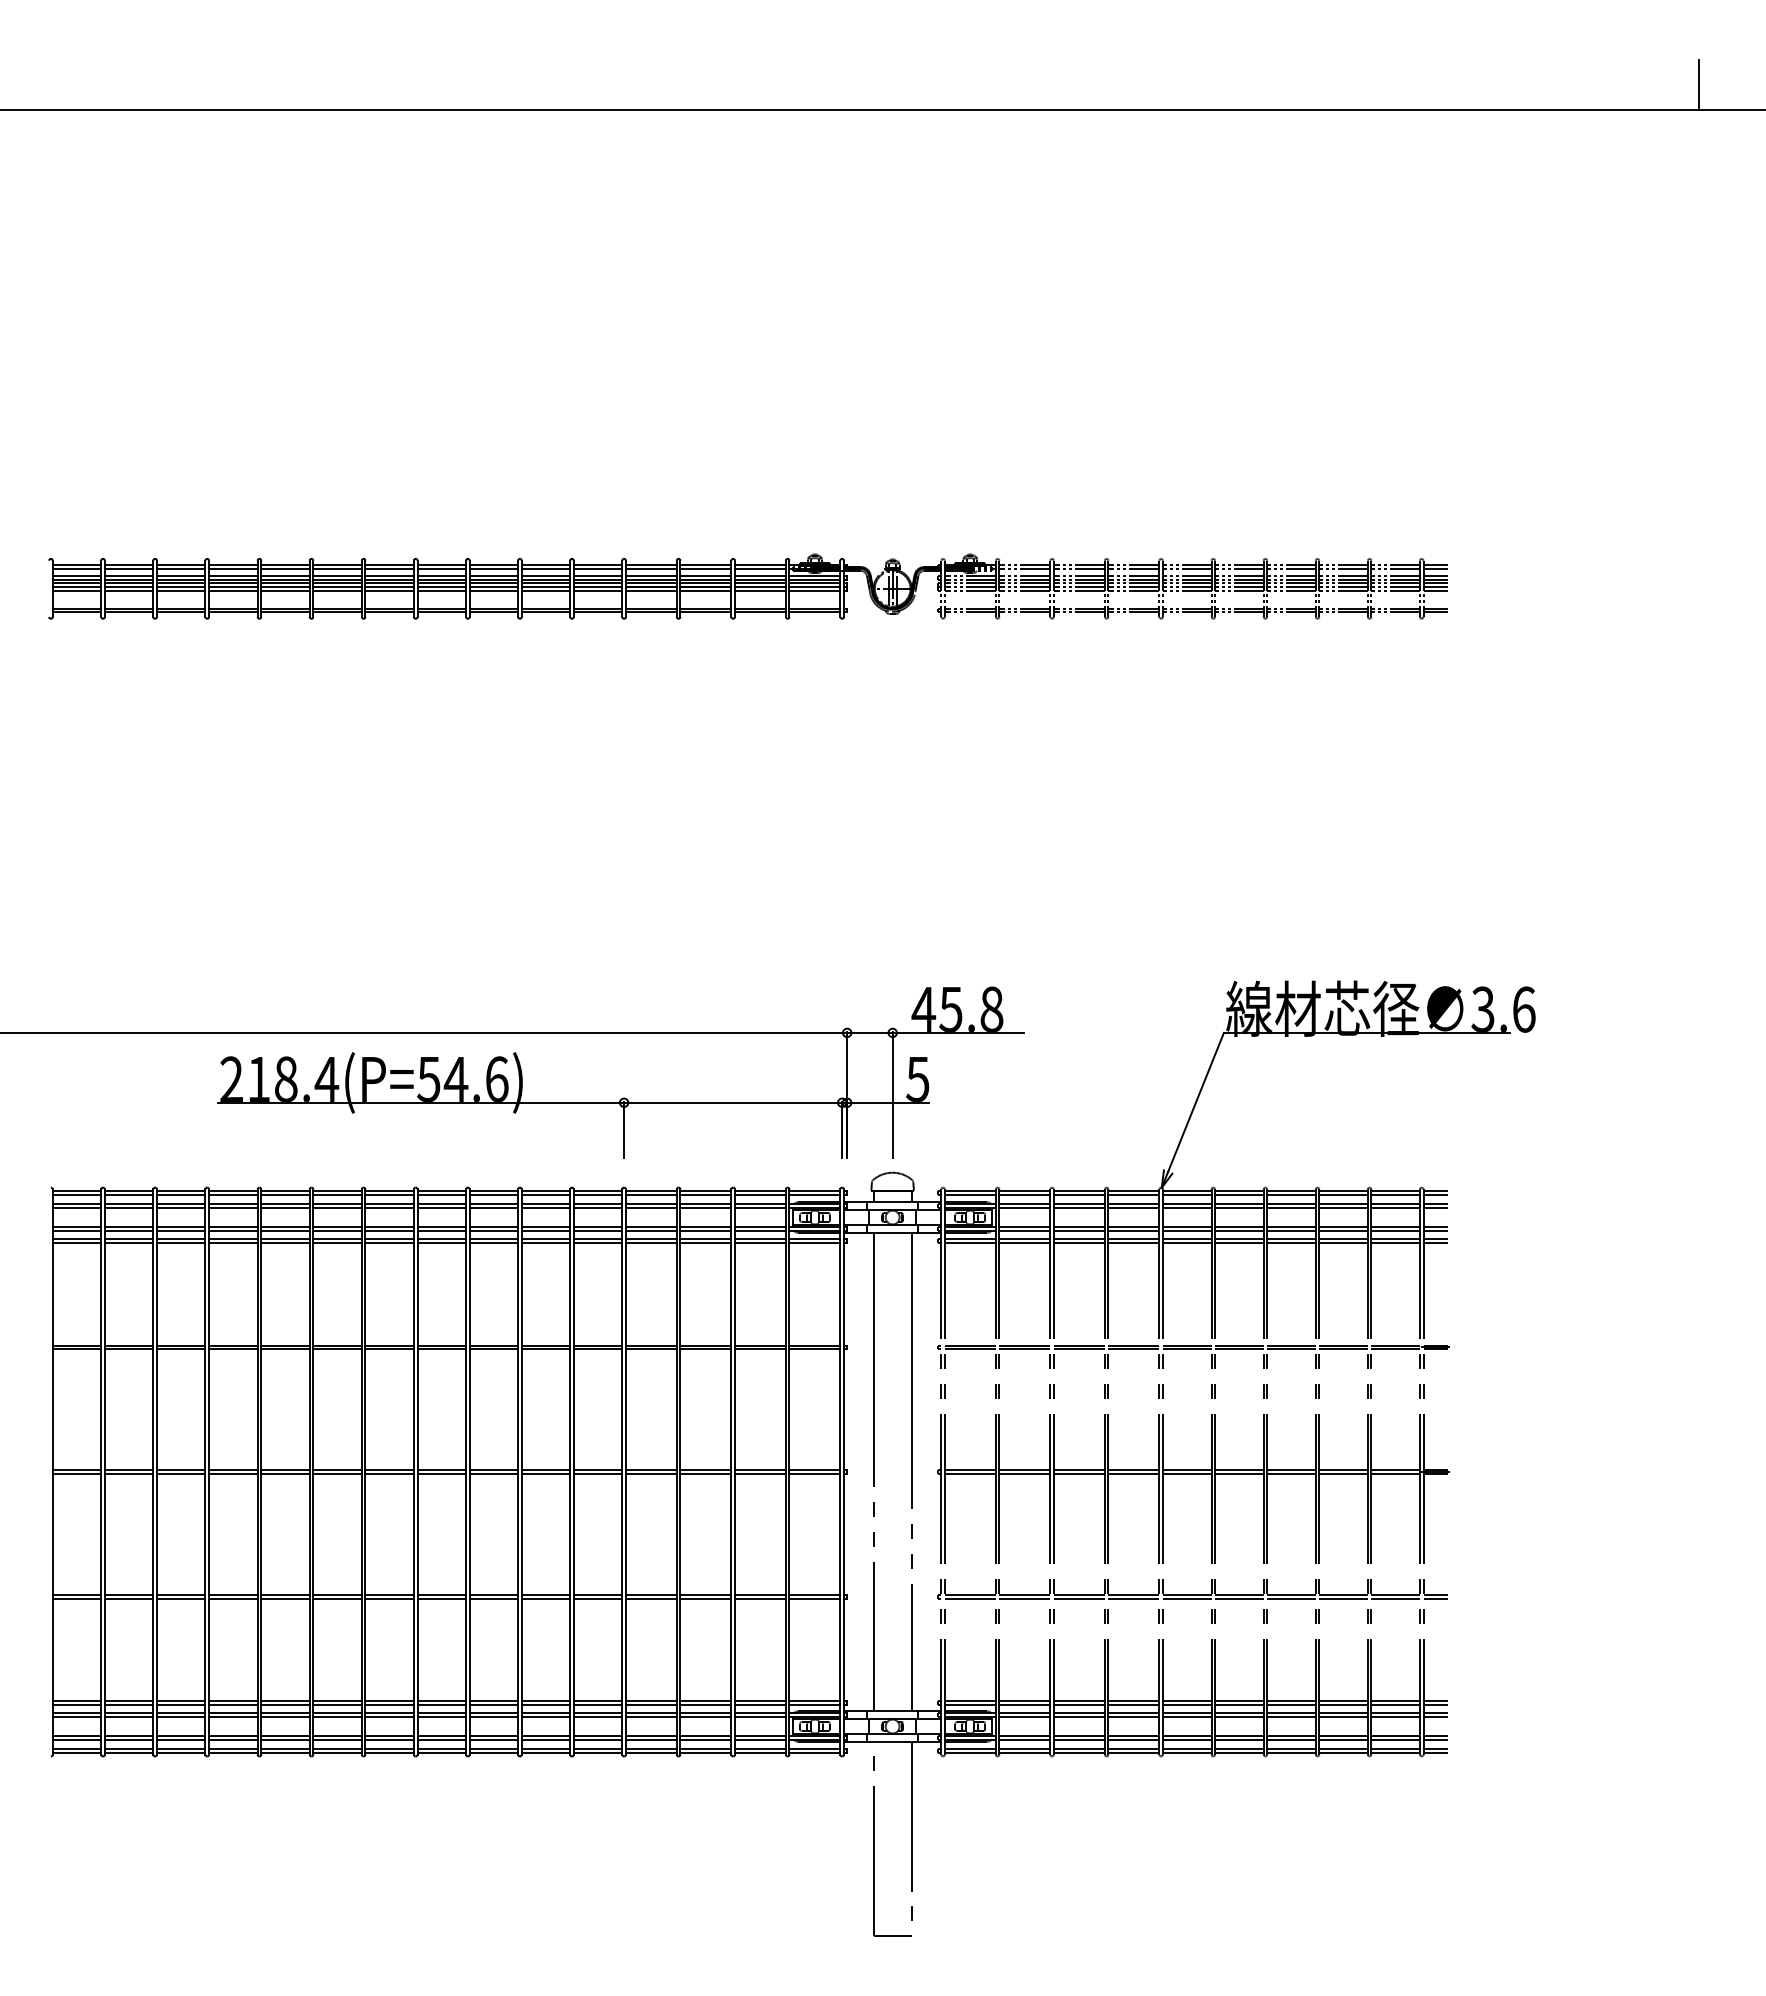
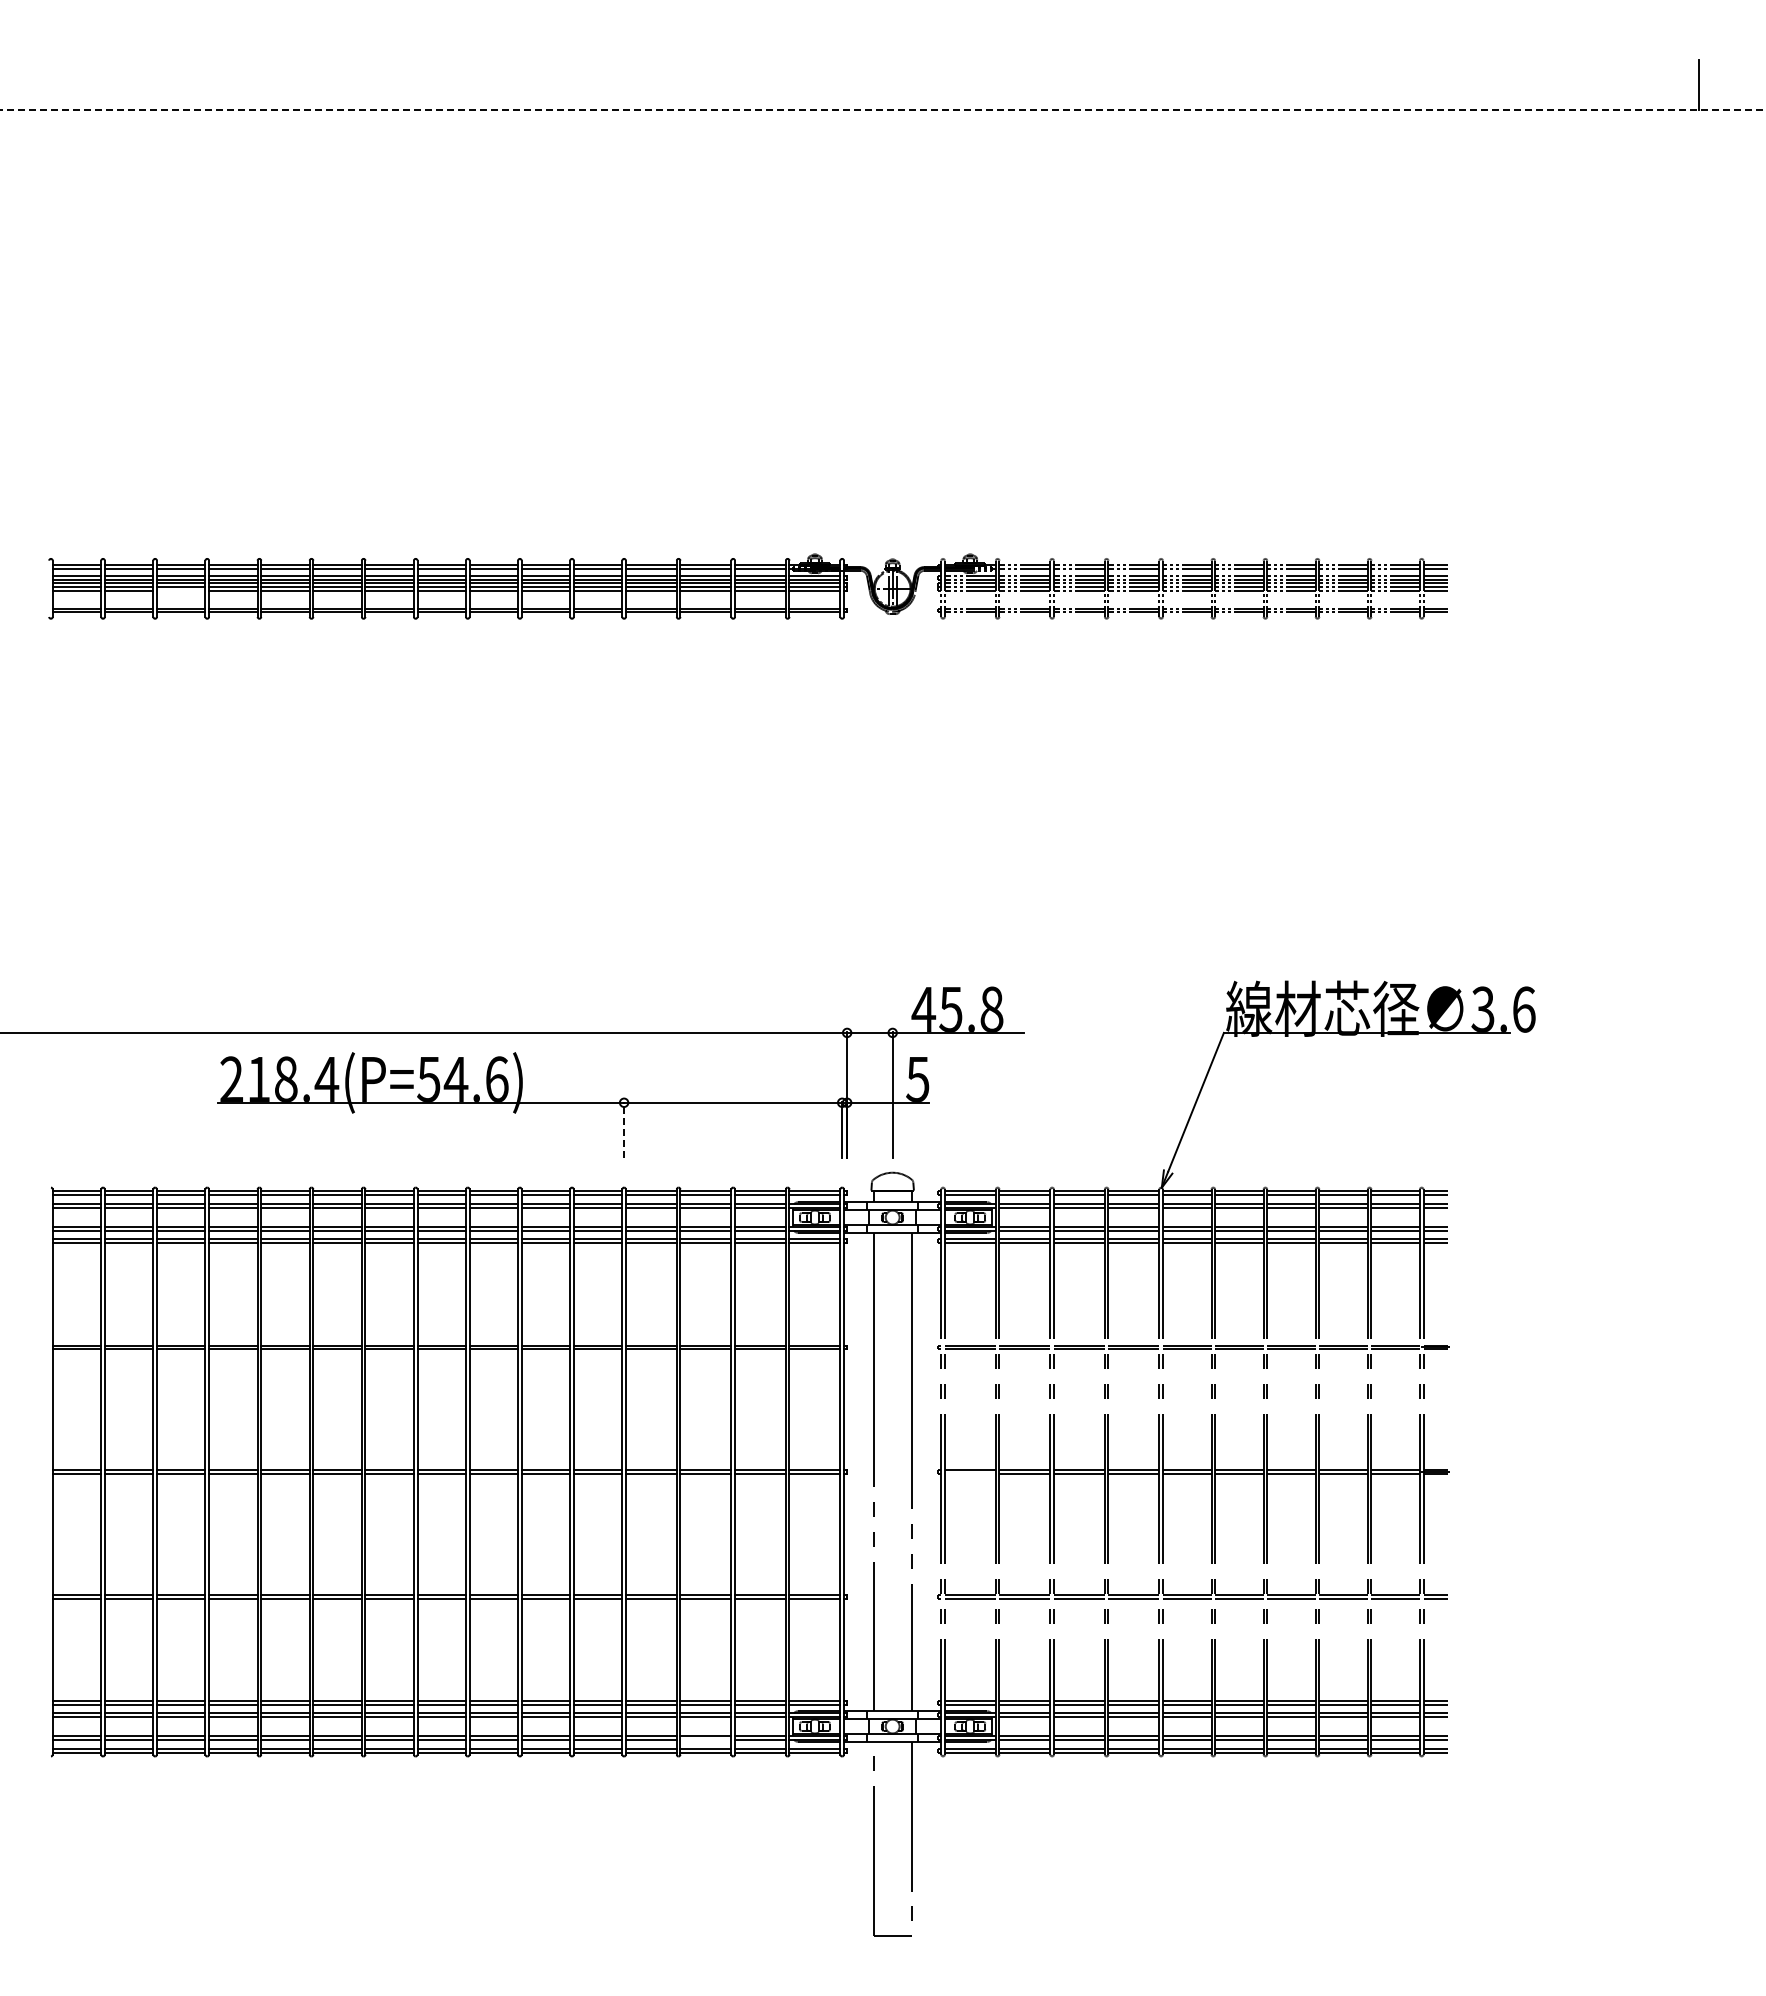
line at (882, 109): solid -> dashed
line at (180, 590): present -> none
line at (624, 1129): solid -> dashed
line at (969, 1473): present -> none
line at (705, 1739): present -> none
